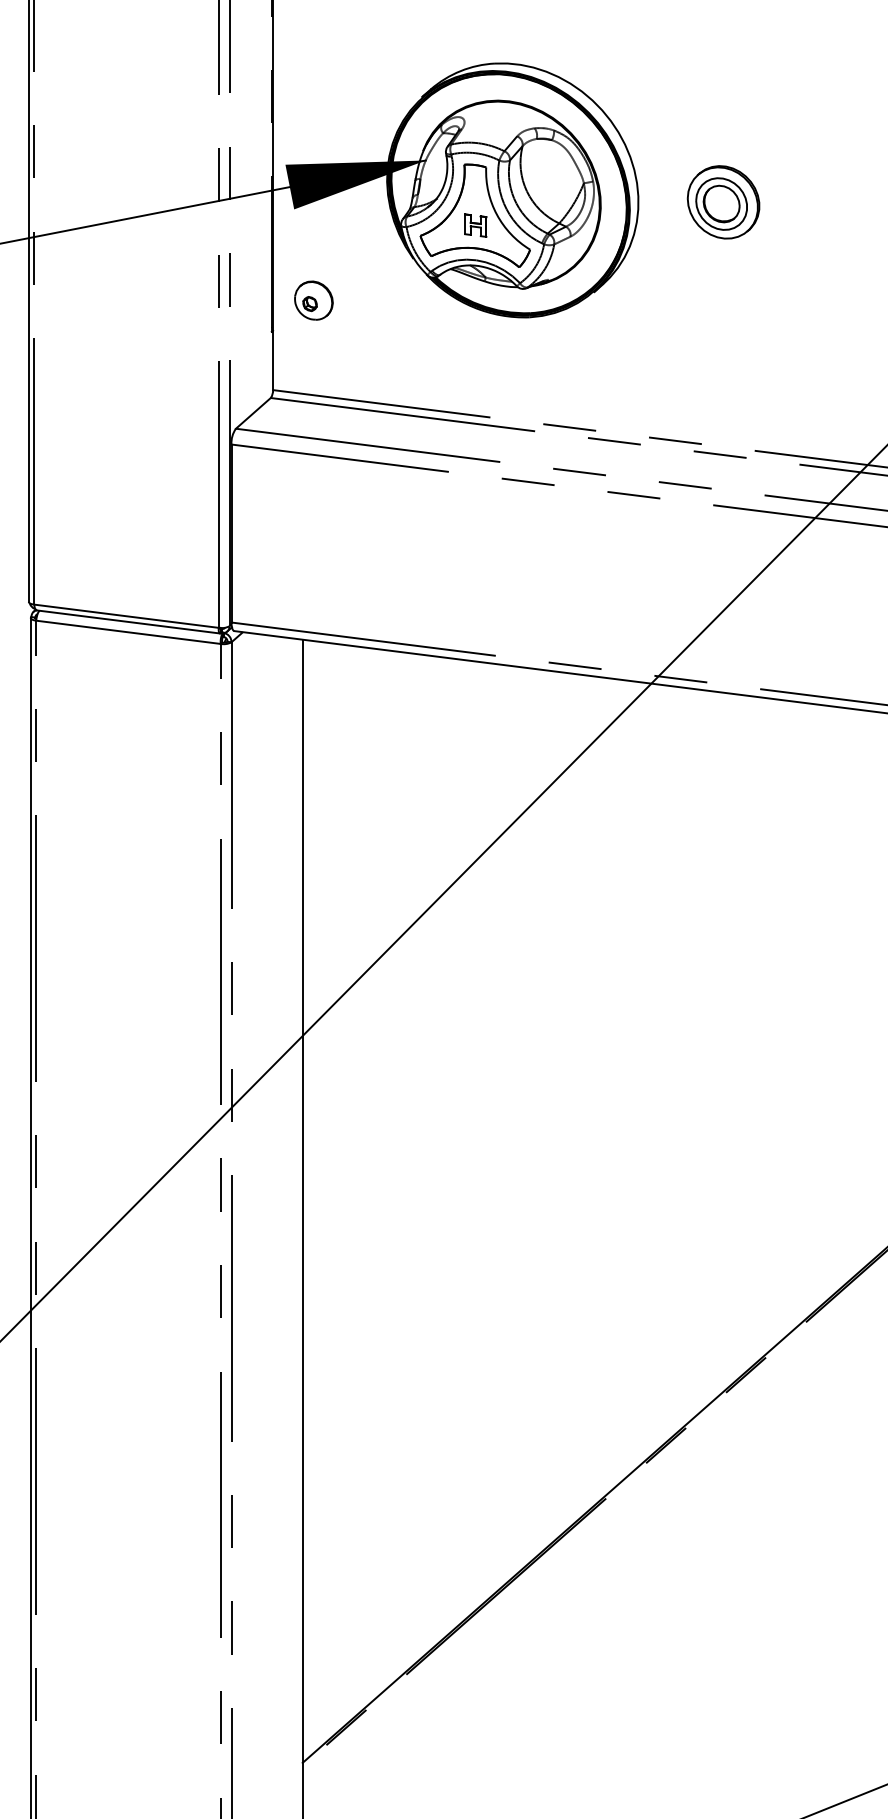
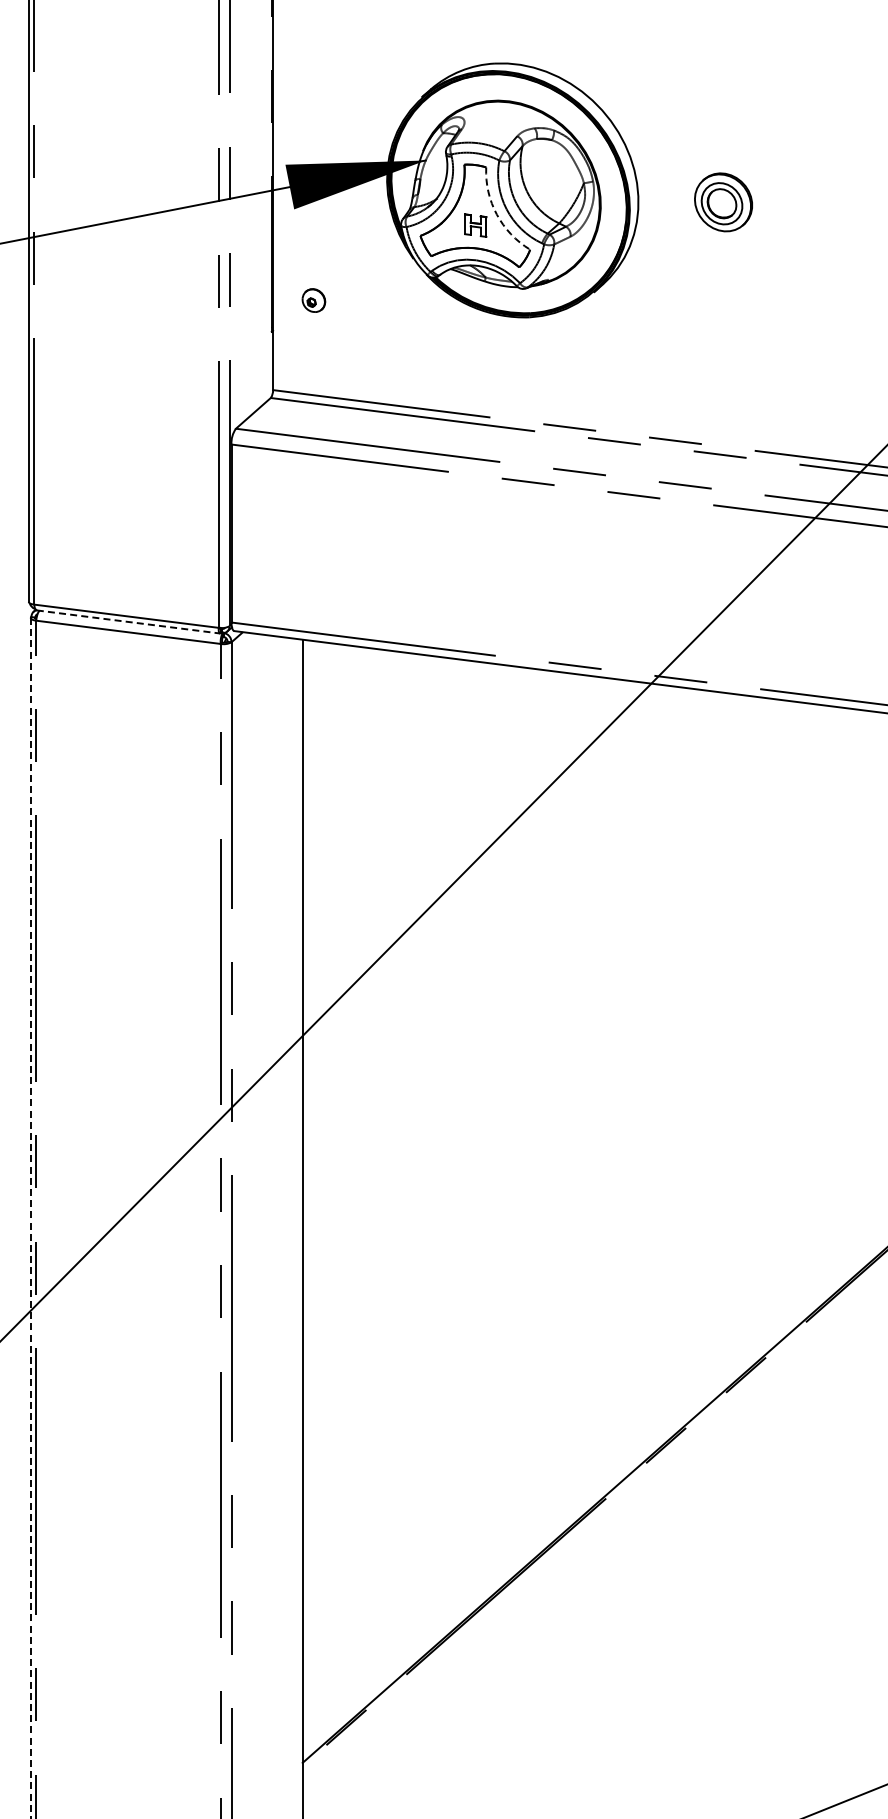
part at (723, 202) size: 75x75 px -> 59x61 px
arc at (496, 214): solid -> dashed
part at (313, 300) size: 40x41 px -> 26x25 px
line at (128, 622): solid -> dashed
line at (30, 1219): solid -> dashed
